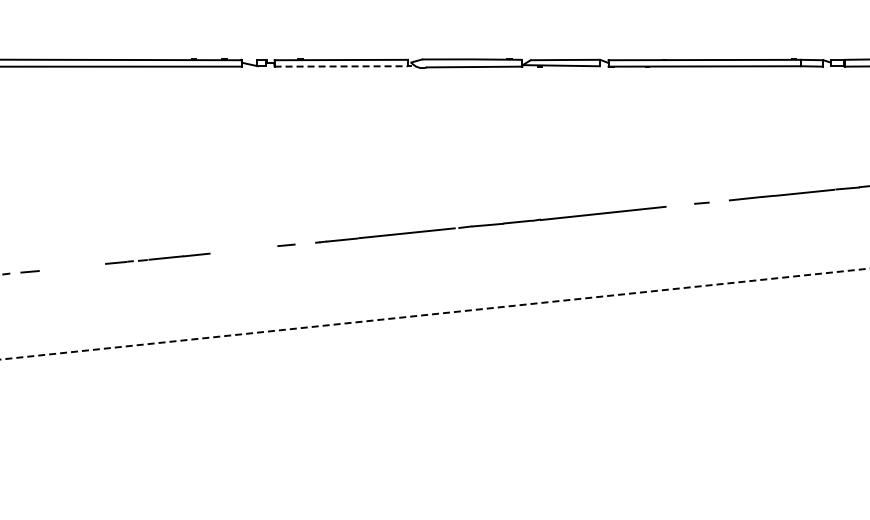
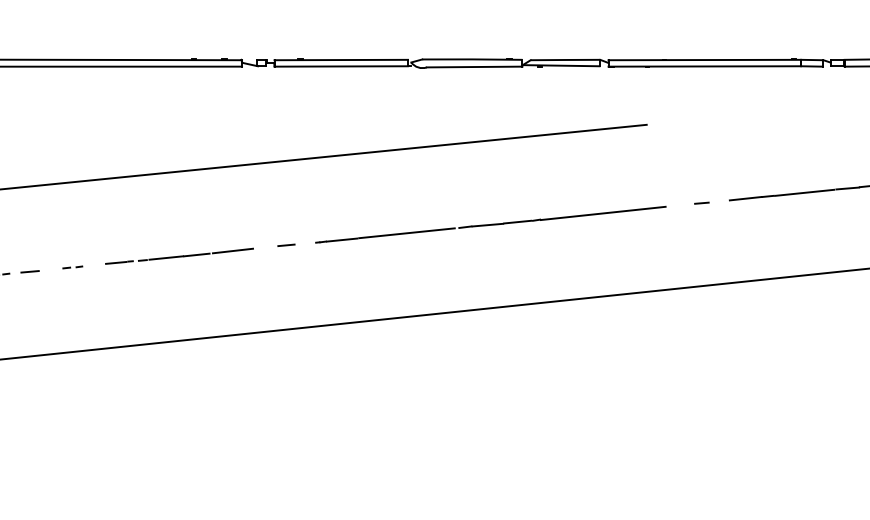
line at (341, 66): dashed -> solid
line at (324, 156): none -> present
line at (232, 250): none -> present
part at (72, 267): none -> present
line at (434, 314): dashed -> solid
